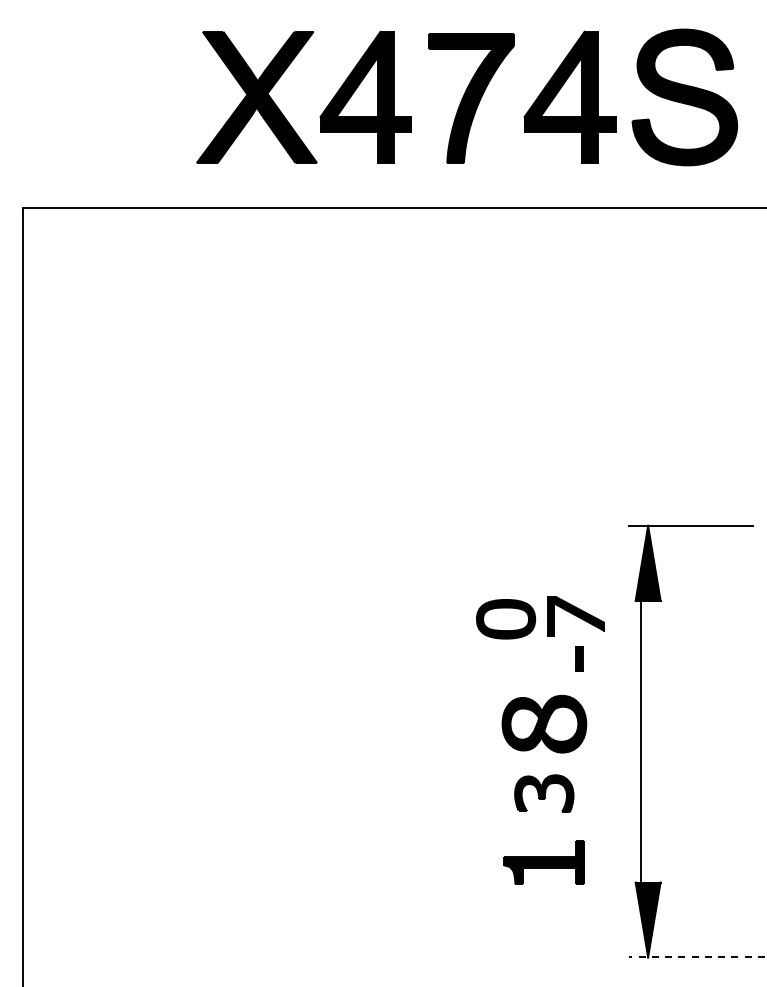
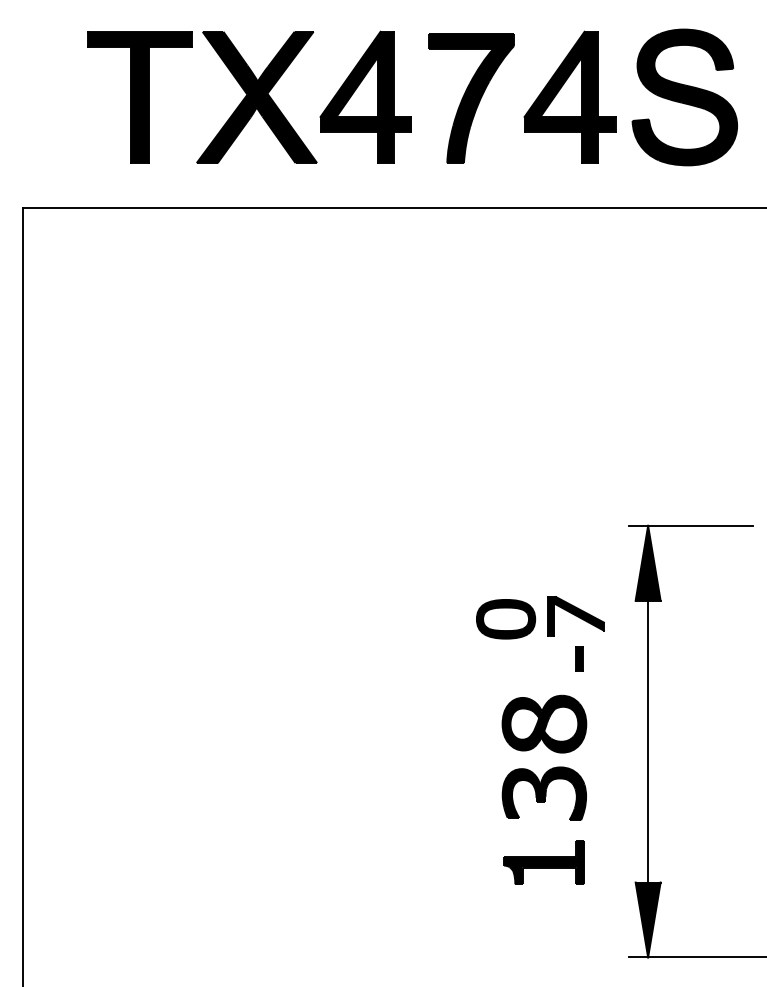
part at (139, 97): none -> present
line at (641, 741) position: (641, 741) -> (648, 741)
part at (544, 793) size: 61x39 px -> 86x55 px
line at (697, 957): dashed -> solid
